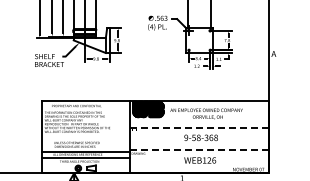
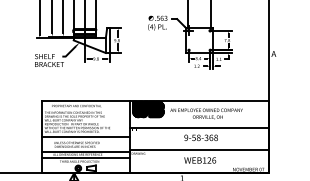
line at (200, 127): dashed -> solid
line at (85, 137): none -> present
line at (200, 149): dashed -> solid
